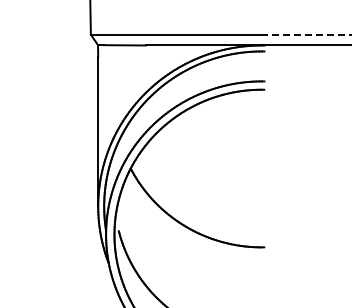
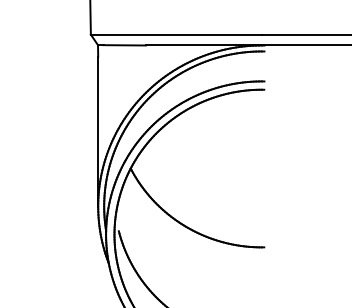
line at (306, 34): dashed -> solid
